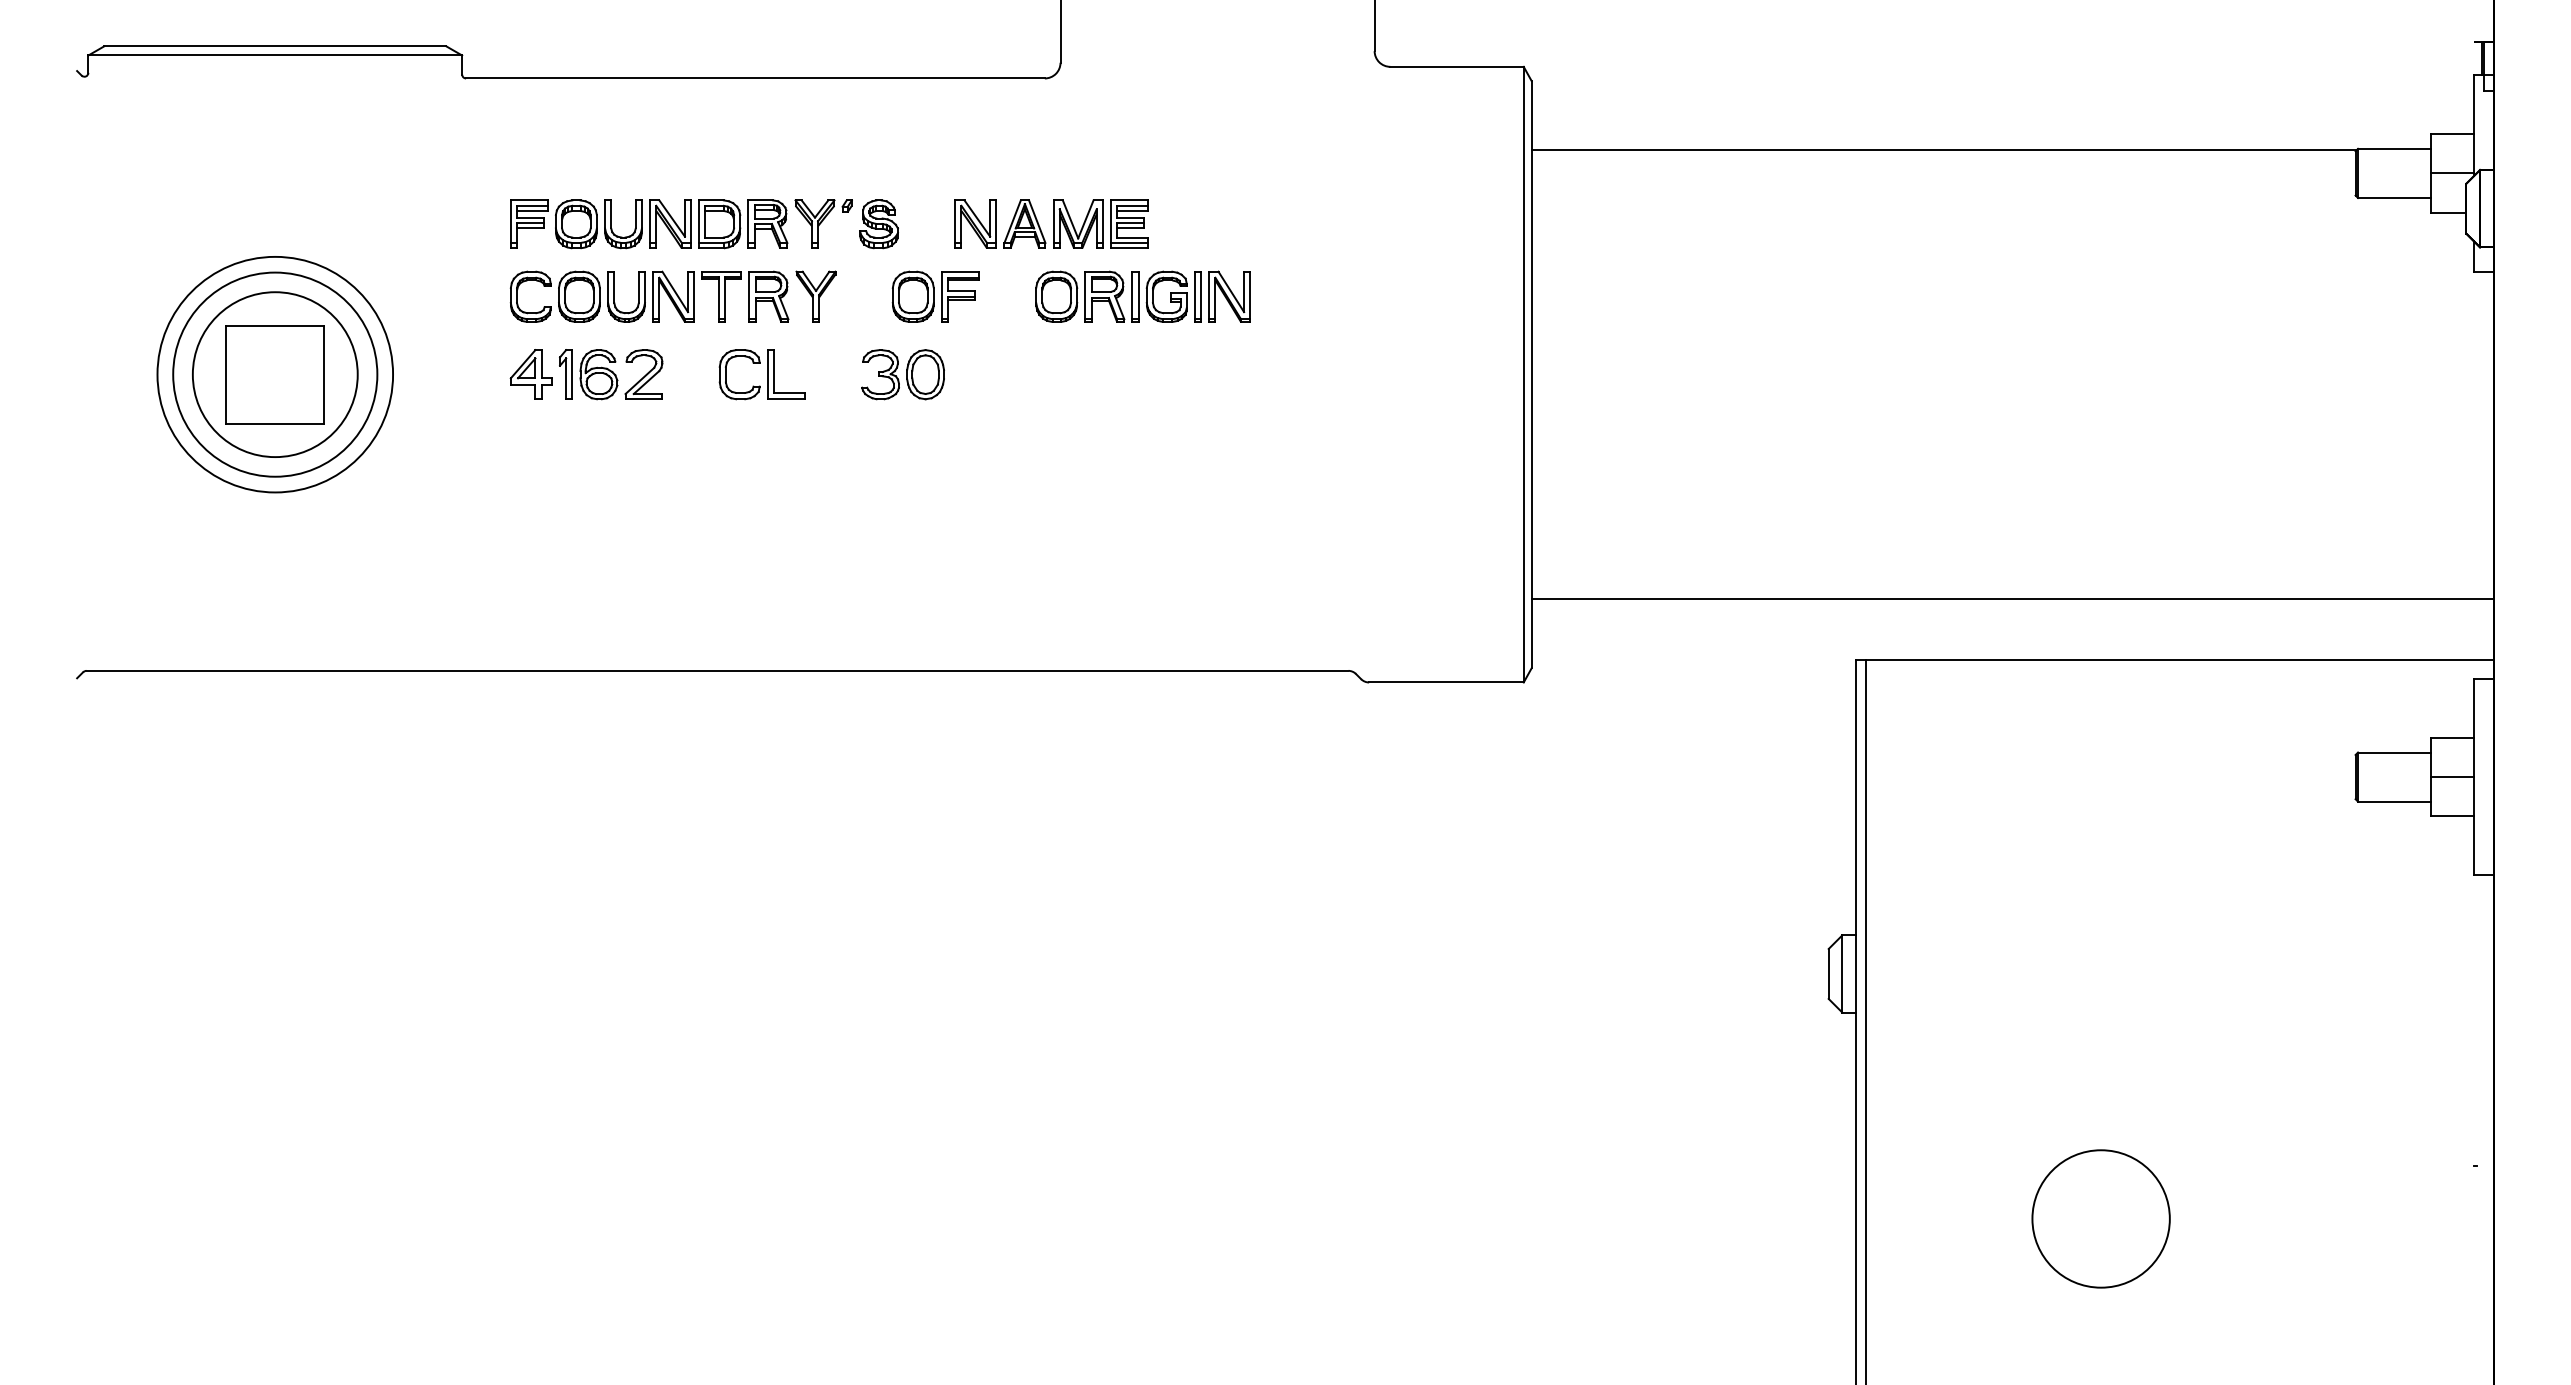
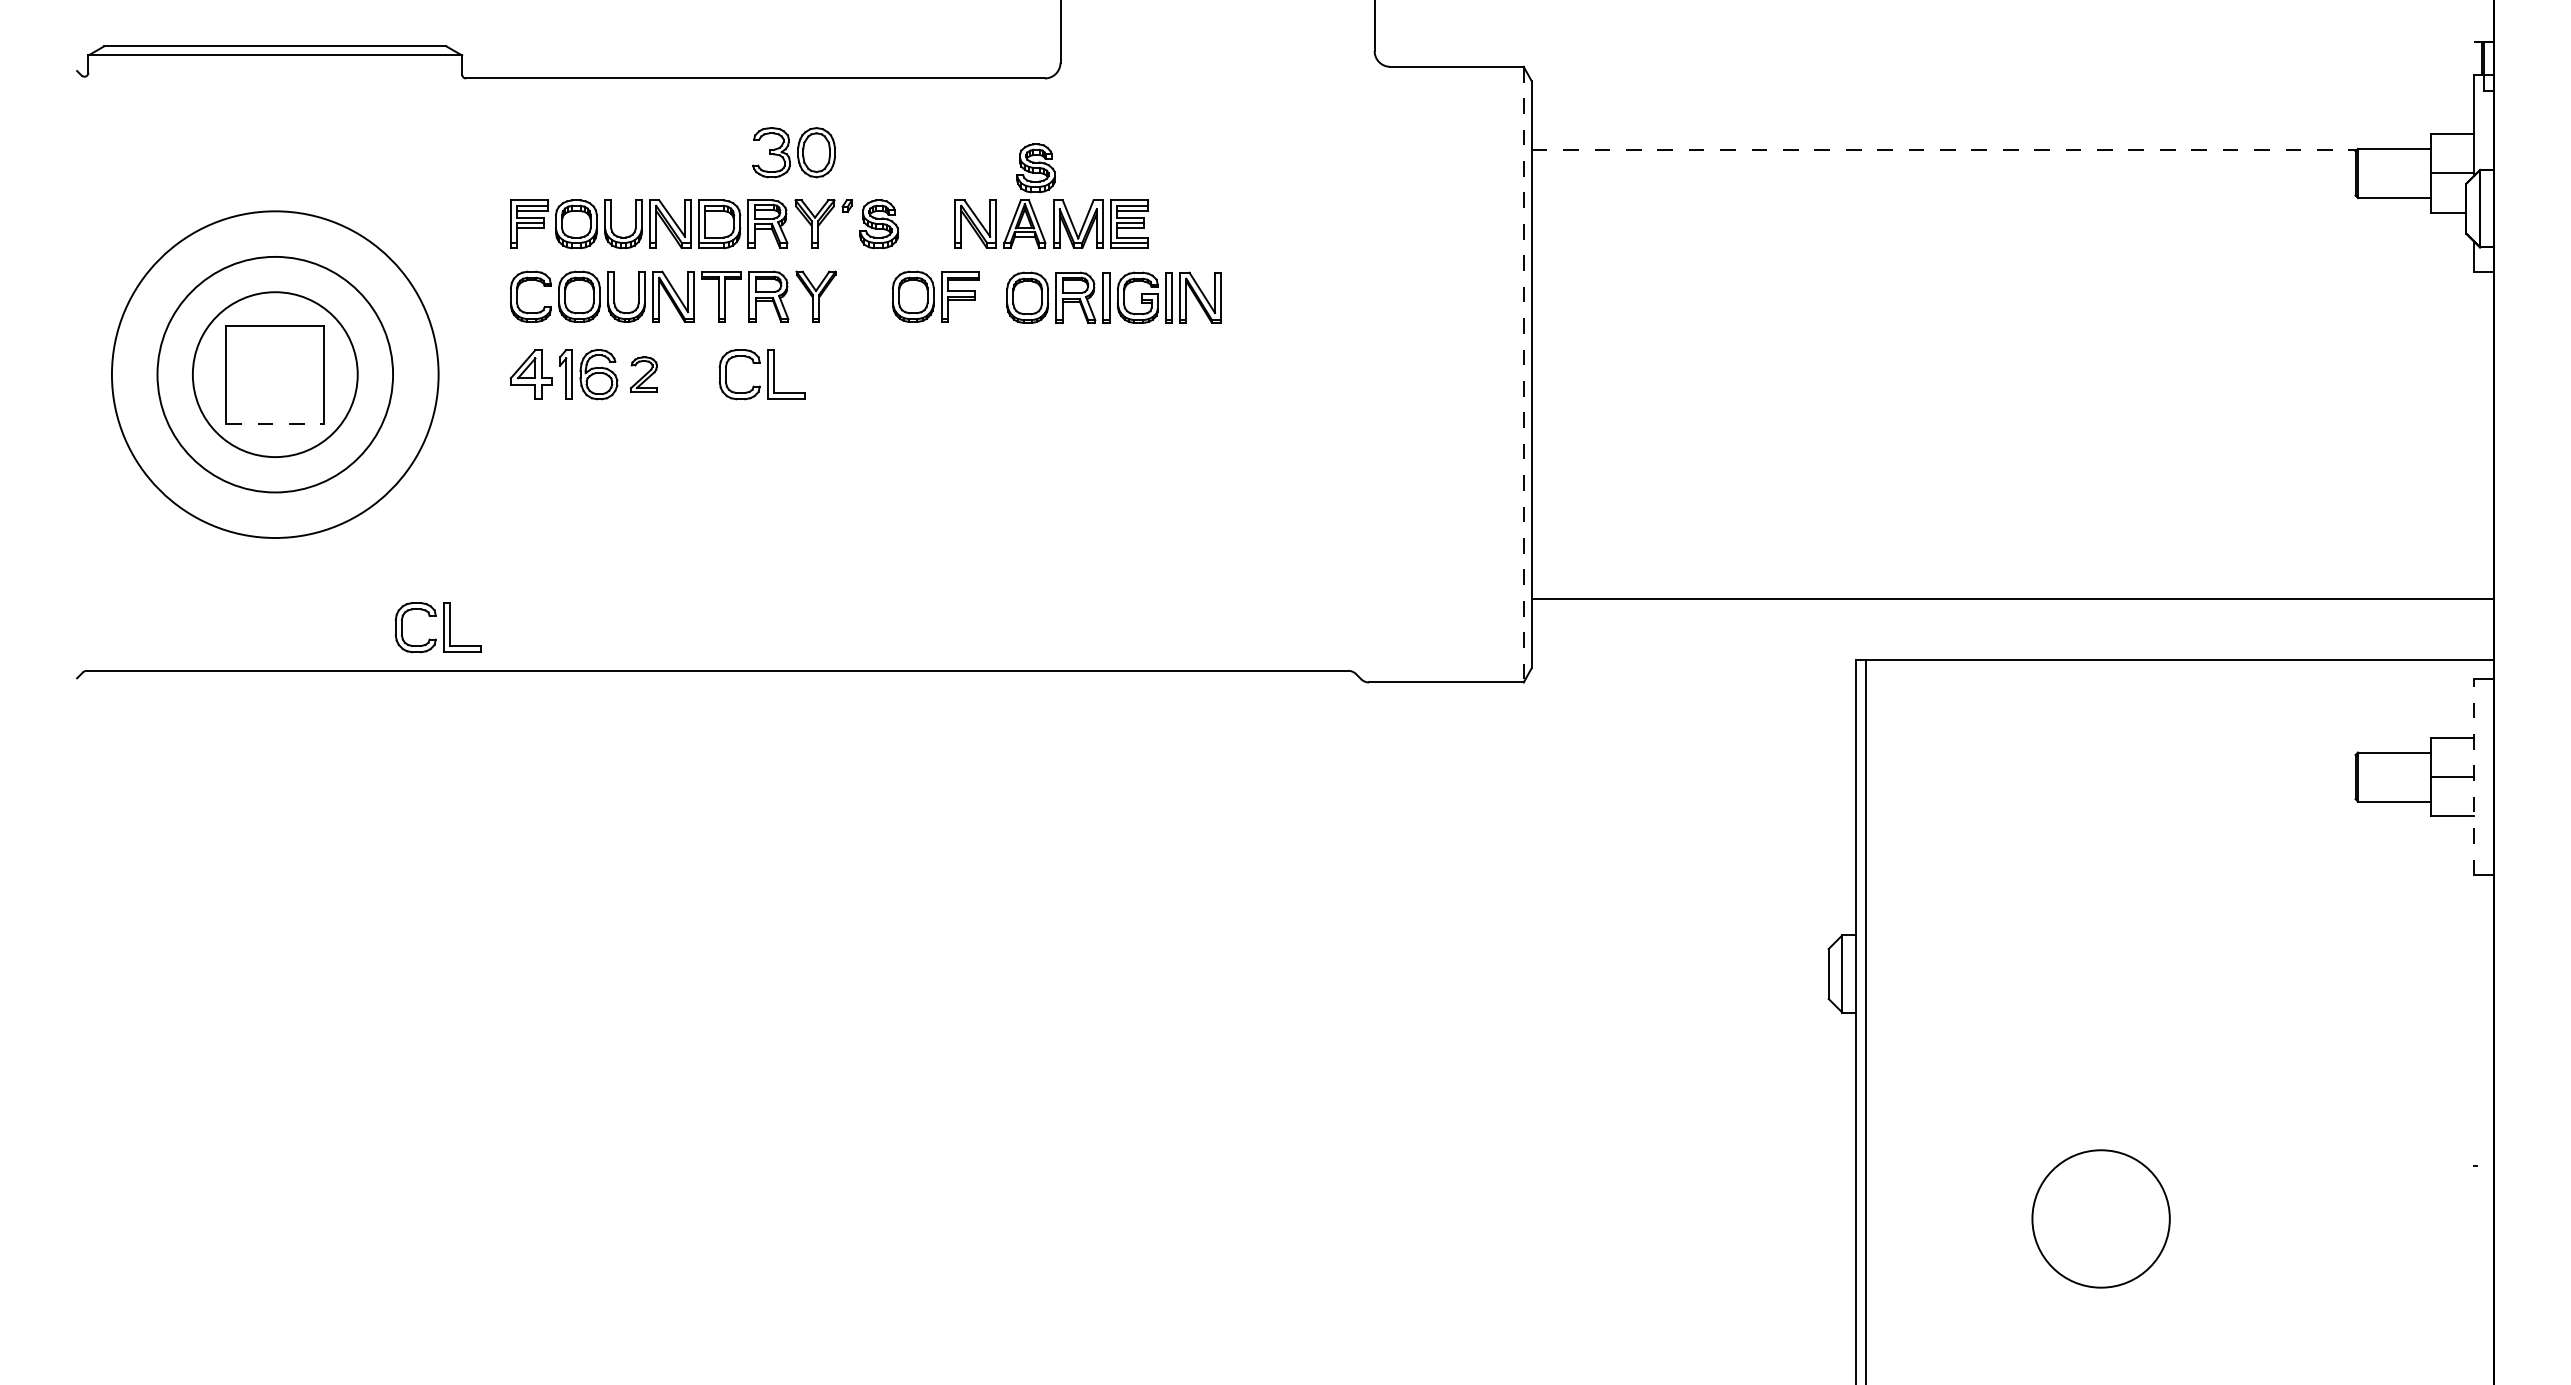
line at (1944, 150): solid -> dashed
part at (1035, 168): none -> present
part at (1142, 296) position: (1142, 296) -> (1113, 297)
circle at (275, 374) diameter: 204 px -> 327 px
part at (643, 374) size: 40x51 px -> 28x37 px
part at (902, 374) position: (902, 374) -> (793, 152)
line at (1523, 374): solid -> dashed
line at (275, 423): solid -> dashed
part at (437, 627): none -> present
line at (2474, 776): solid -> dashed
